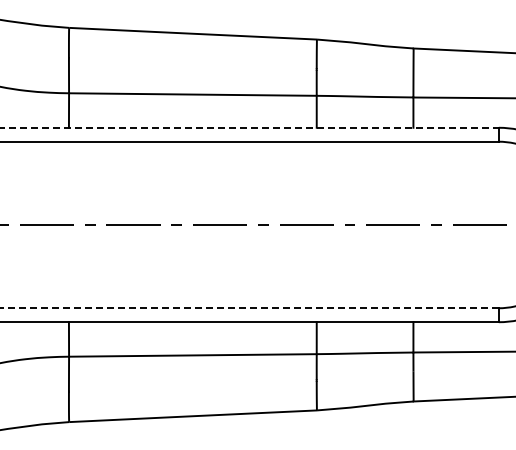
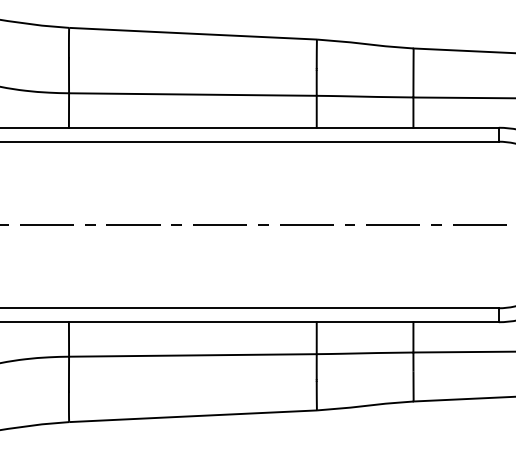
line at (250, 127): dashed -> solid
line at (249, 308): dashed -> solid
